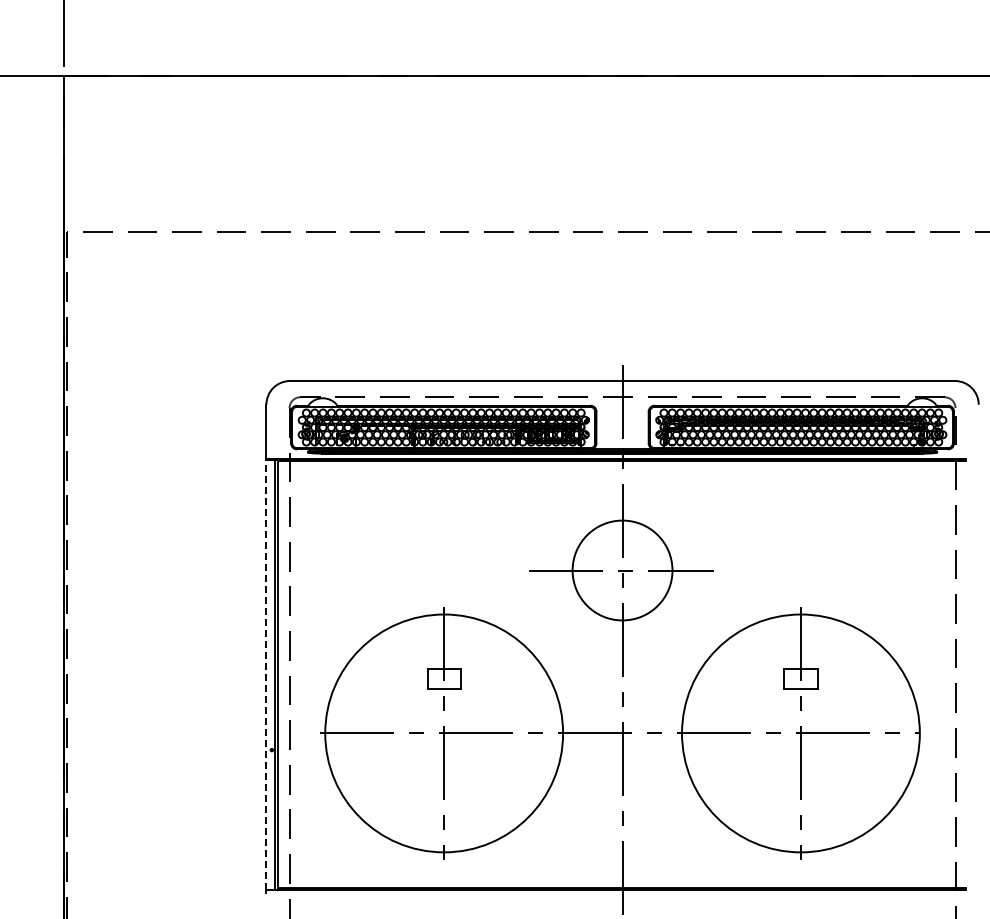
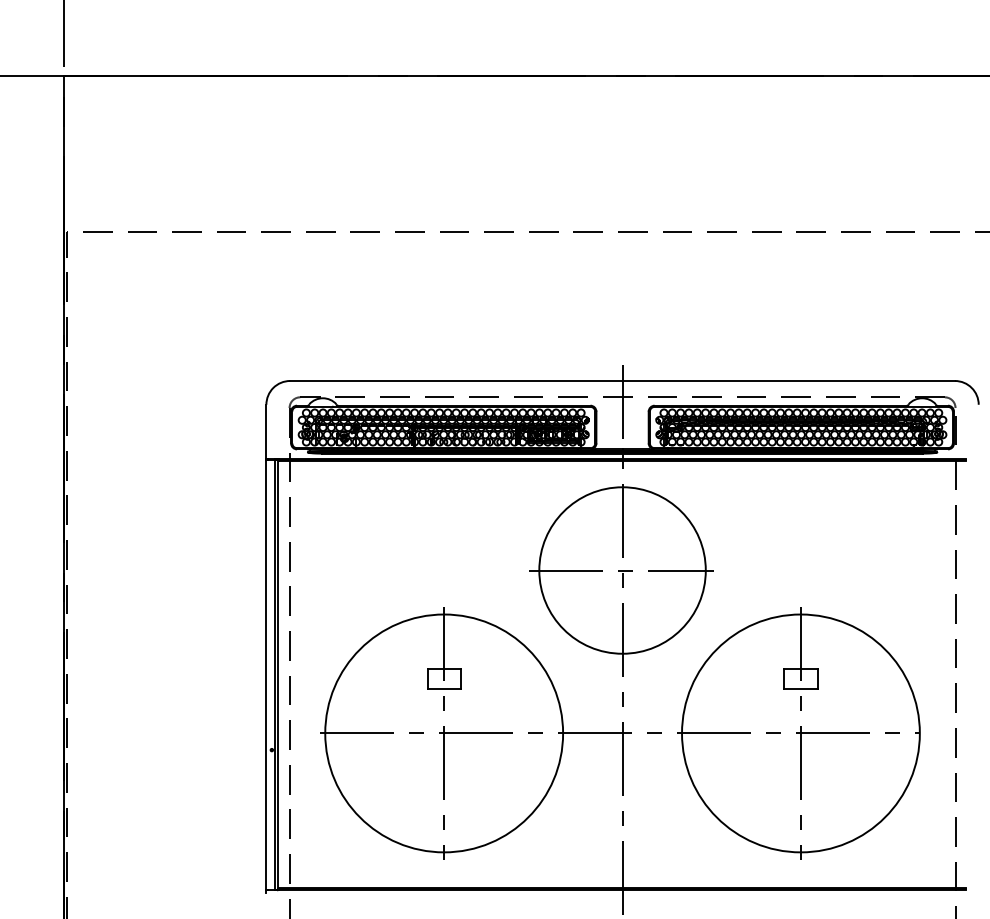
circle at (622, 570) diameter: 100 px -> 166 px
line at (265, 674): dashed -> solid
